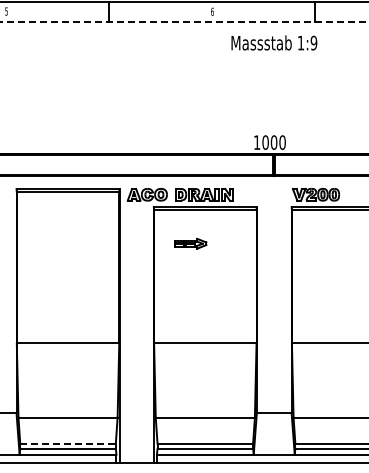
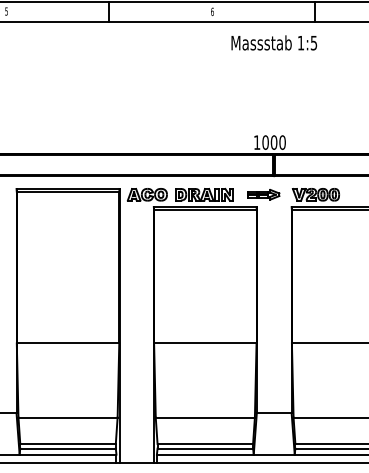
line at (184, 22): dashed -> solid
text at (313, 42): 1:9 -> 1:5
part at (190, 243) position: (190, 243) -> (263, 194)
line at (68, 443): dashed -> solid
